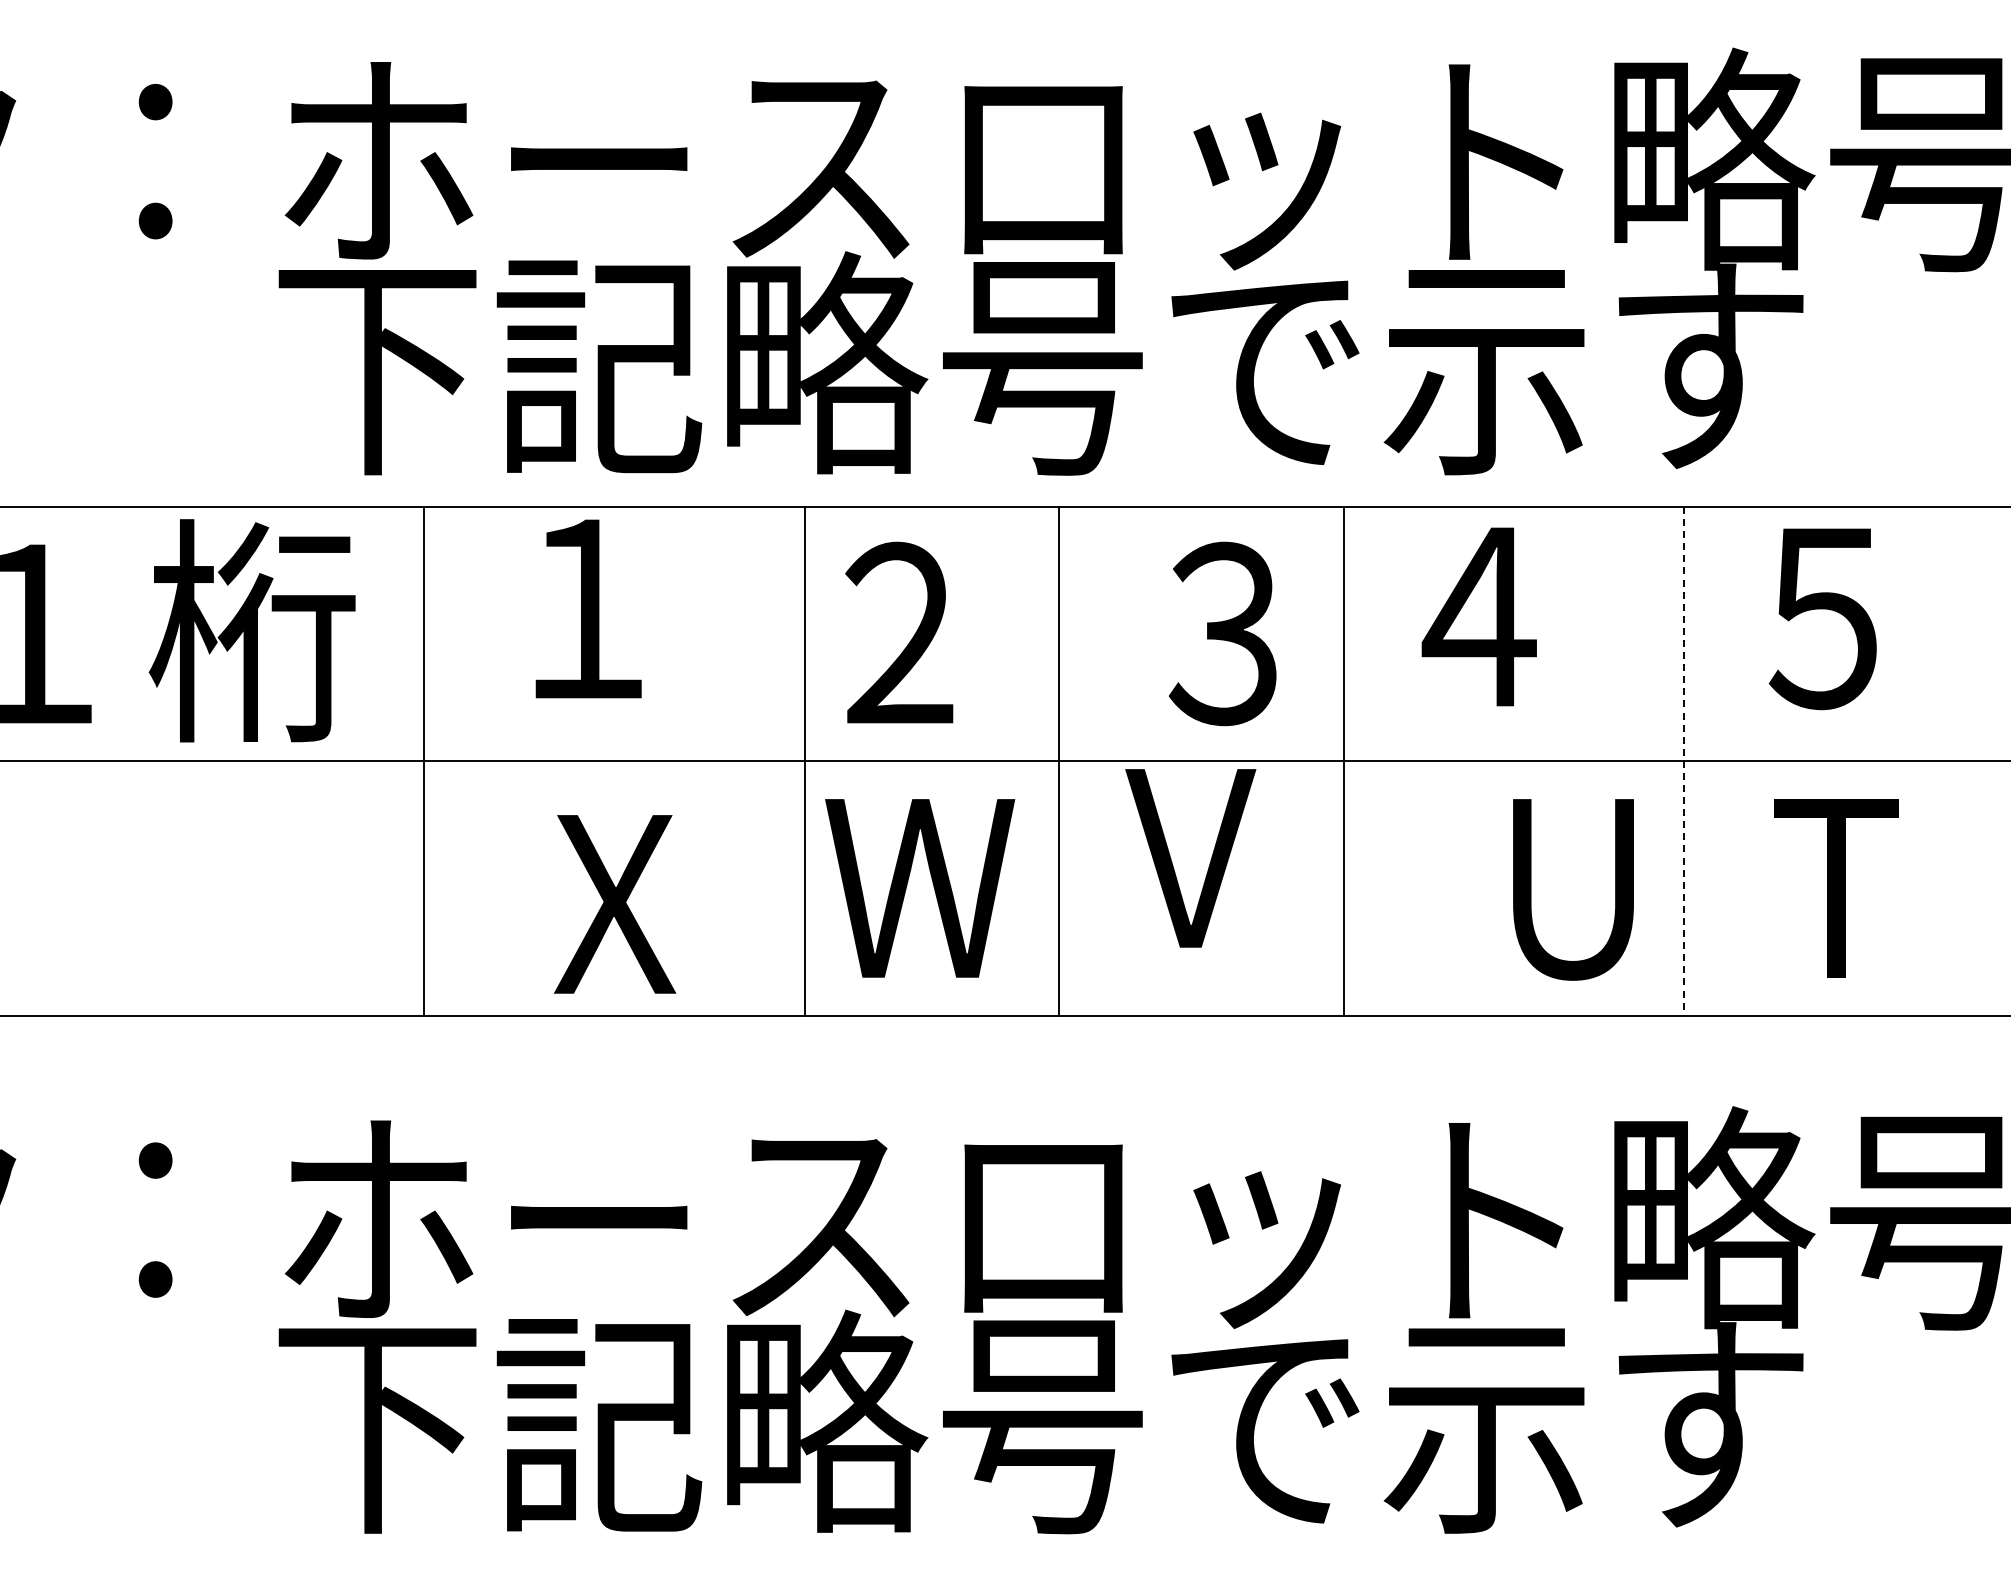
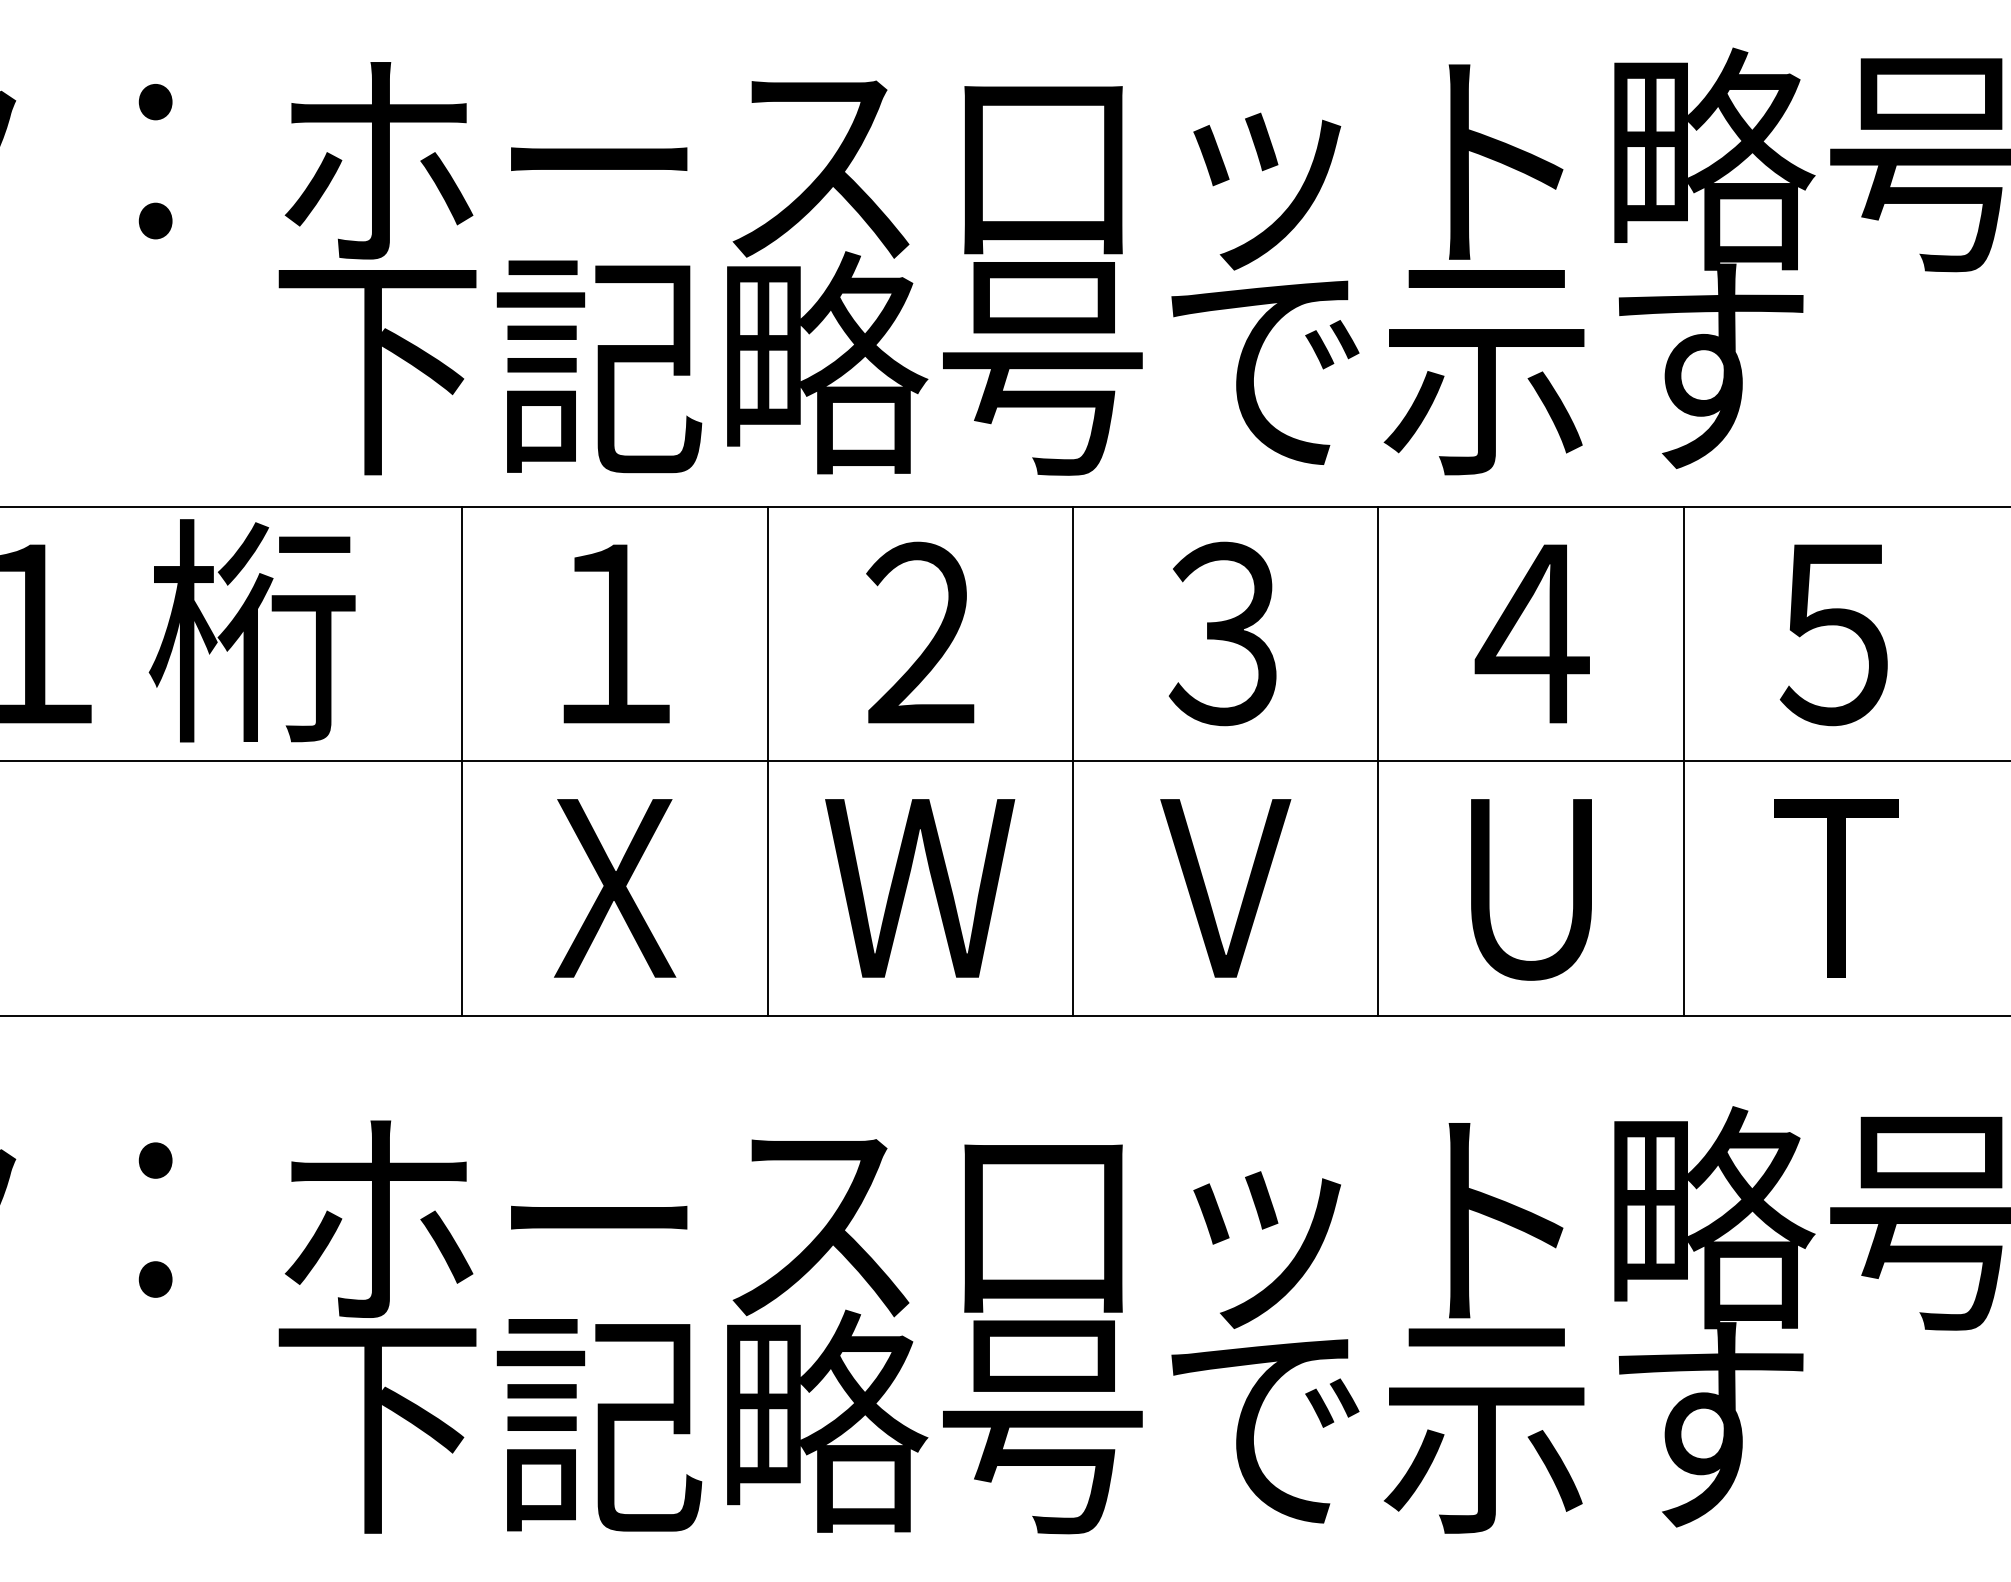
text at (588, 608) position: (588, 608) -> (616, 633)
text at (1478, 616) position: (1478, 616) -> (1531, 633)
text at (1822, 619) position: (1822, 619) -> (1833, 635)
text at (899, 632) position: (899, 632) -> (920, 632)
line at (424, 761) position: (424, 761) -> (462, 761)
line at (804, 761) position: (804, 761) -> (767, 761)
line at (1059, 761) position: (1059, 761) -> (1073, 761)
line at (1344, 761) position: (1344, 761) -> (1378, 761)
line at (1683, 761): dashed -> solid
text at (1190, 858) position: (1190, 858) -> (1225, 888)
text at (1573, 889) position: (1573, 889) -> (1531, 889)
text at (615, 904) position: (615, 904) -> (615, 888)
